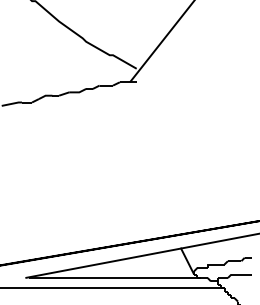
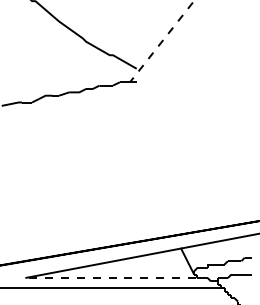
line at (162, 41): solid -> dashed
line at (115, 278): solid -> dashed
